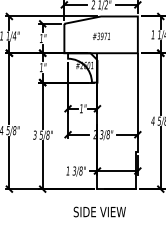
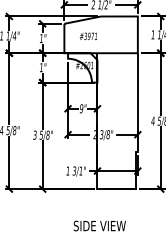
text at (100, 36) position: (100, 36) -> (87, 36)
text at (81, 108): 1" -> 9"
text at (80, 170): 3/8" -> 3/1"
text at (99, 211) position: (99, 211) -> (99, 225)
